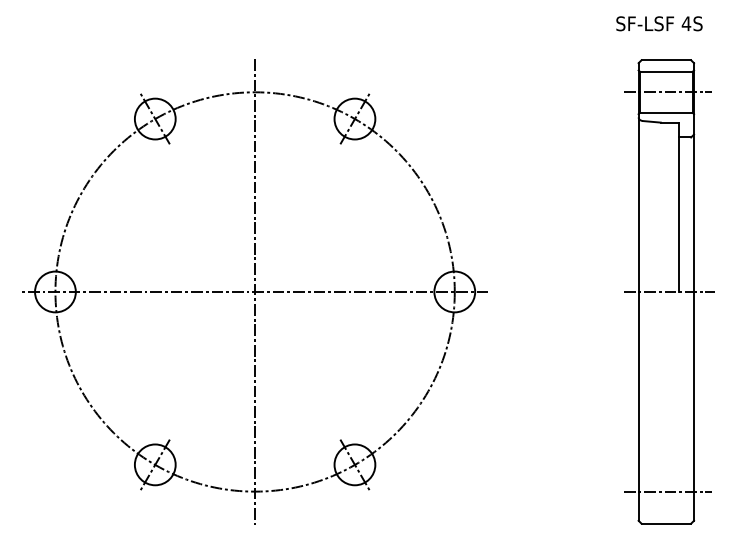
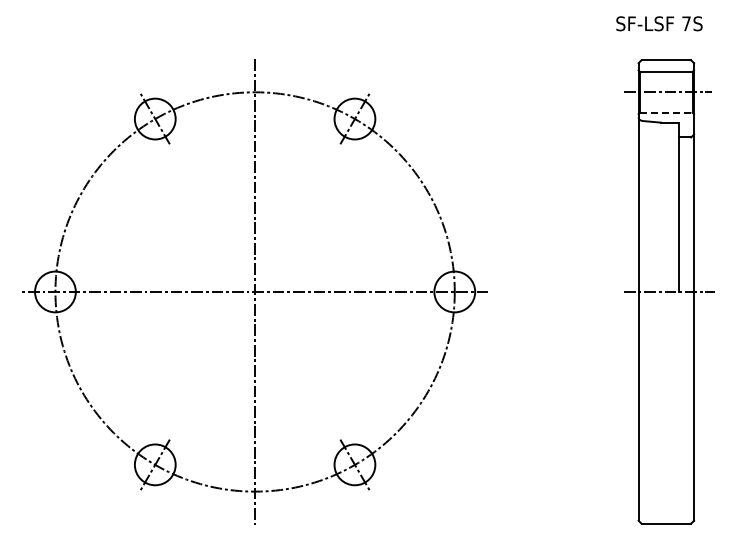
text at (686, 23): 4S -> 7S
line at (666, 112): solid -> dashed
line at (667, 491): present -> none
